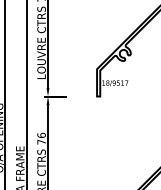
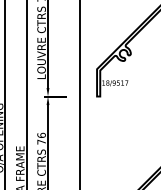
line at (79, 94): none -> present
